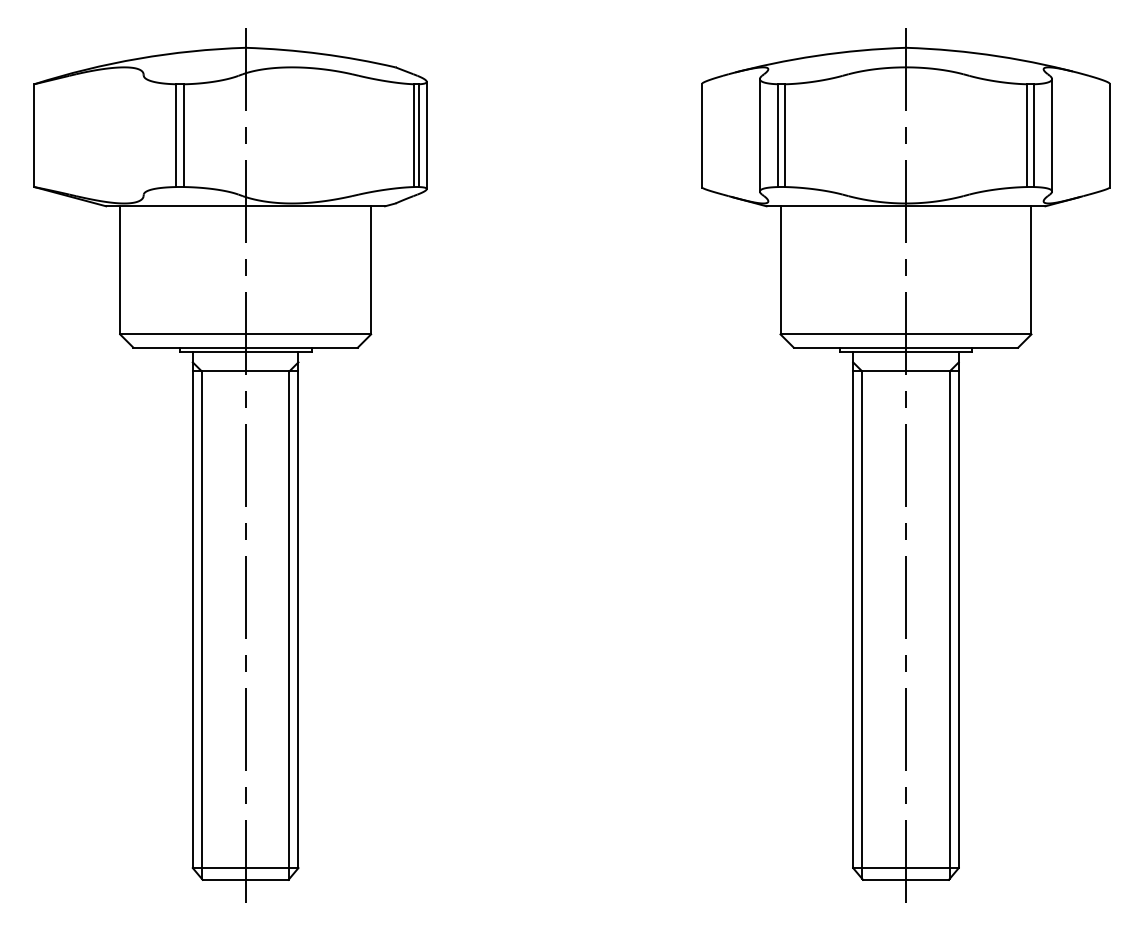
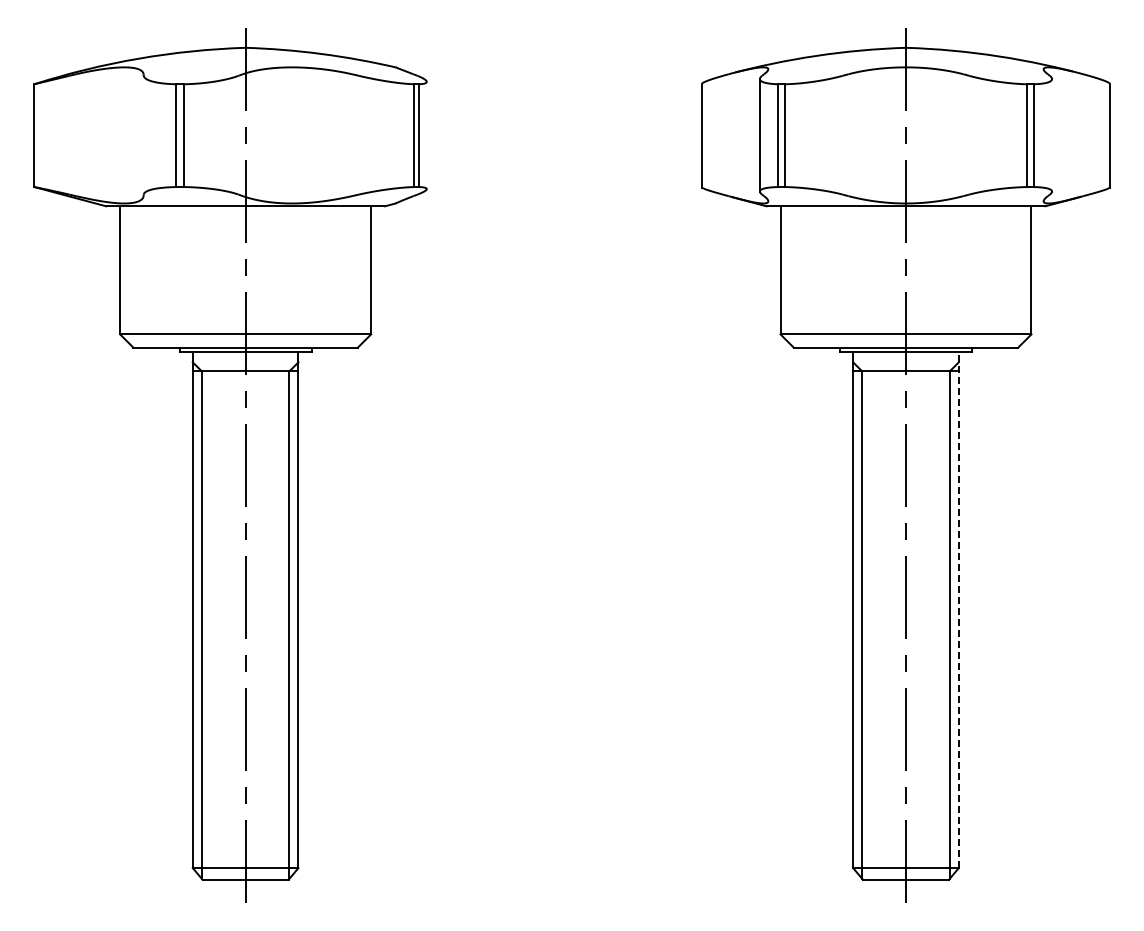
line at (426, 135): present -> none
line at (1052, 135): present -> none
line at (958, 609): solid -> dashed
